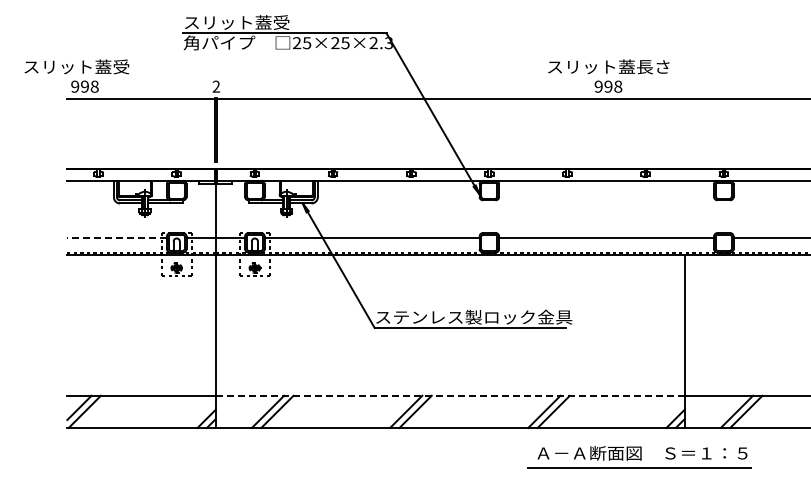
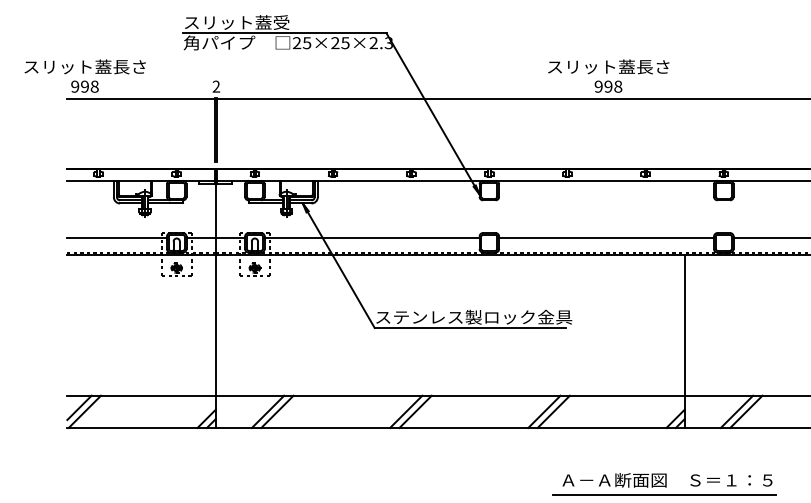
text at (129, 66): スリット蓋受 -> スリット蓋長さ
line at (117, 238): dashed -> solid
line at (449, 395): dashed -> solid
part at (639, 457) position: (639, 457) -> (664, 484)
